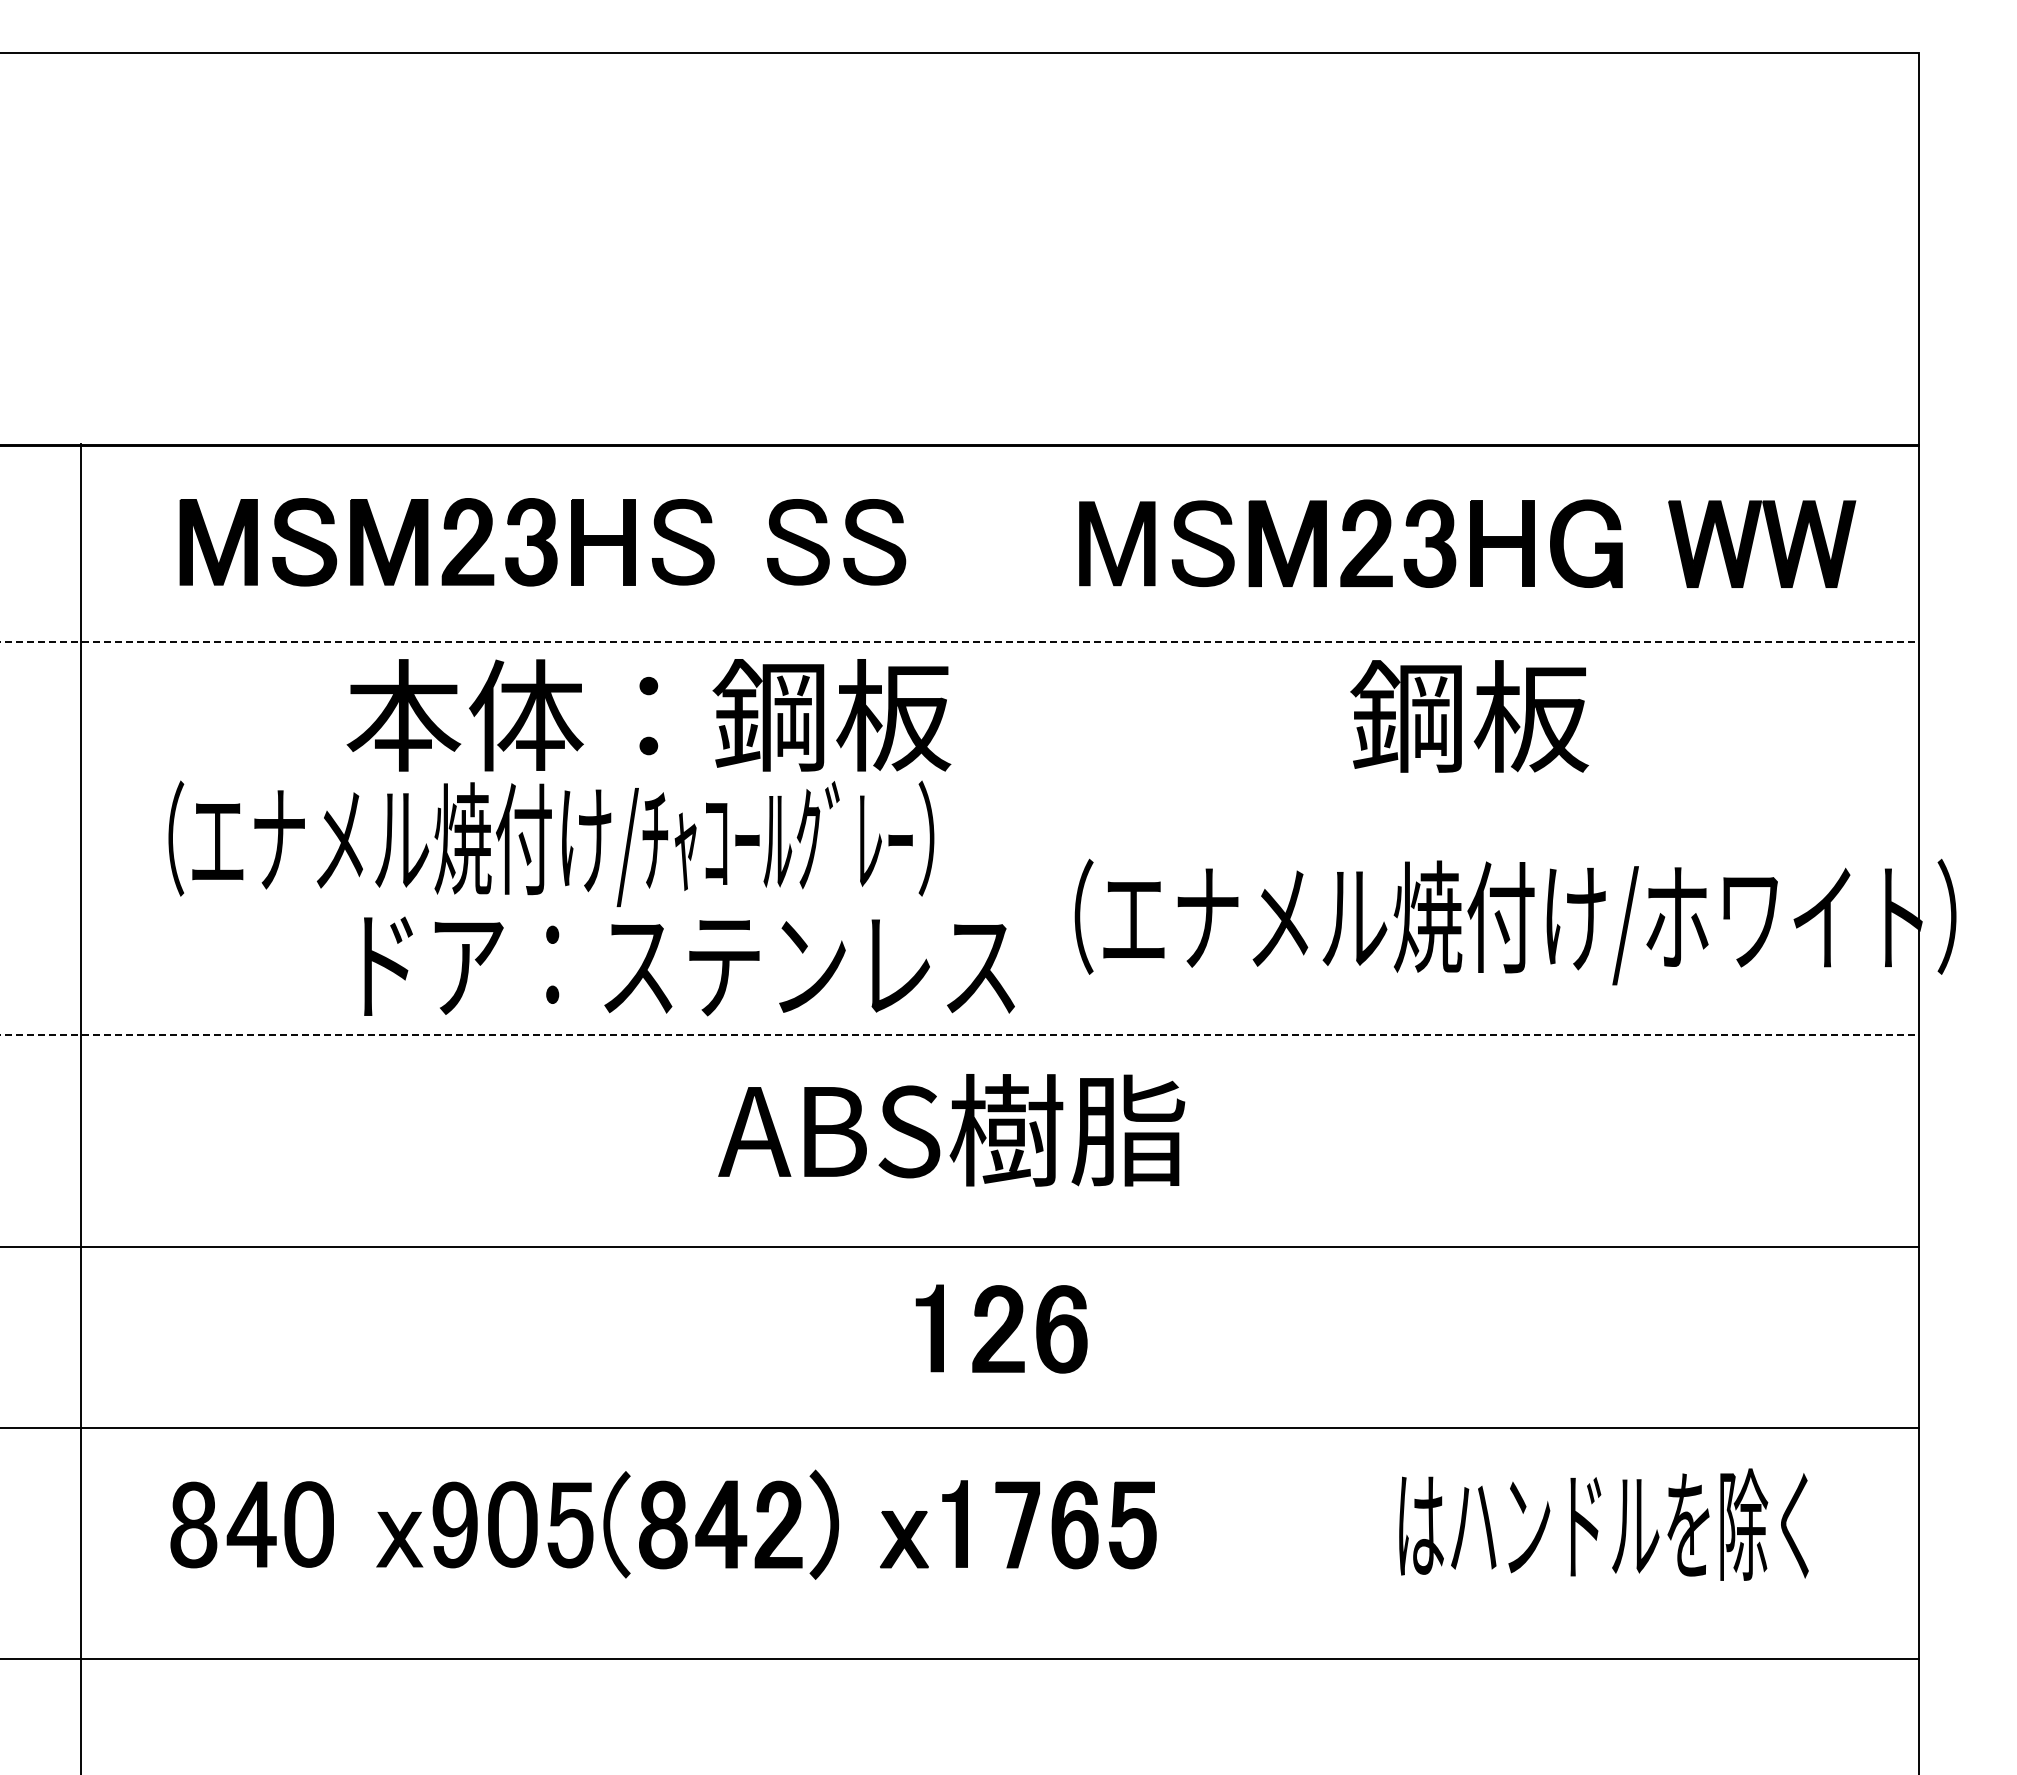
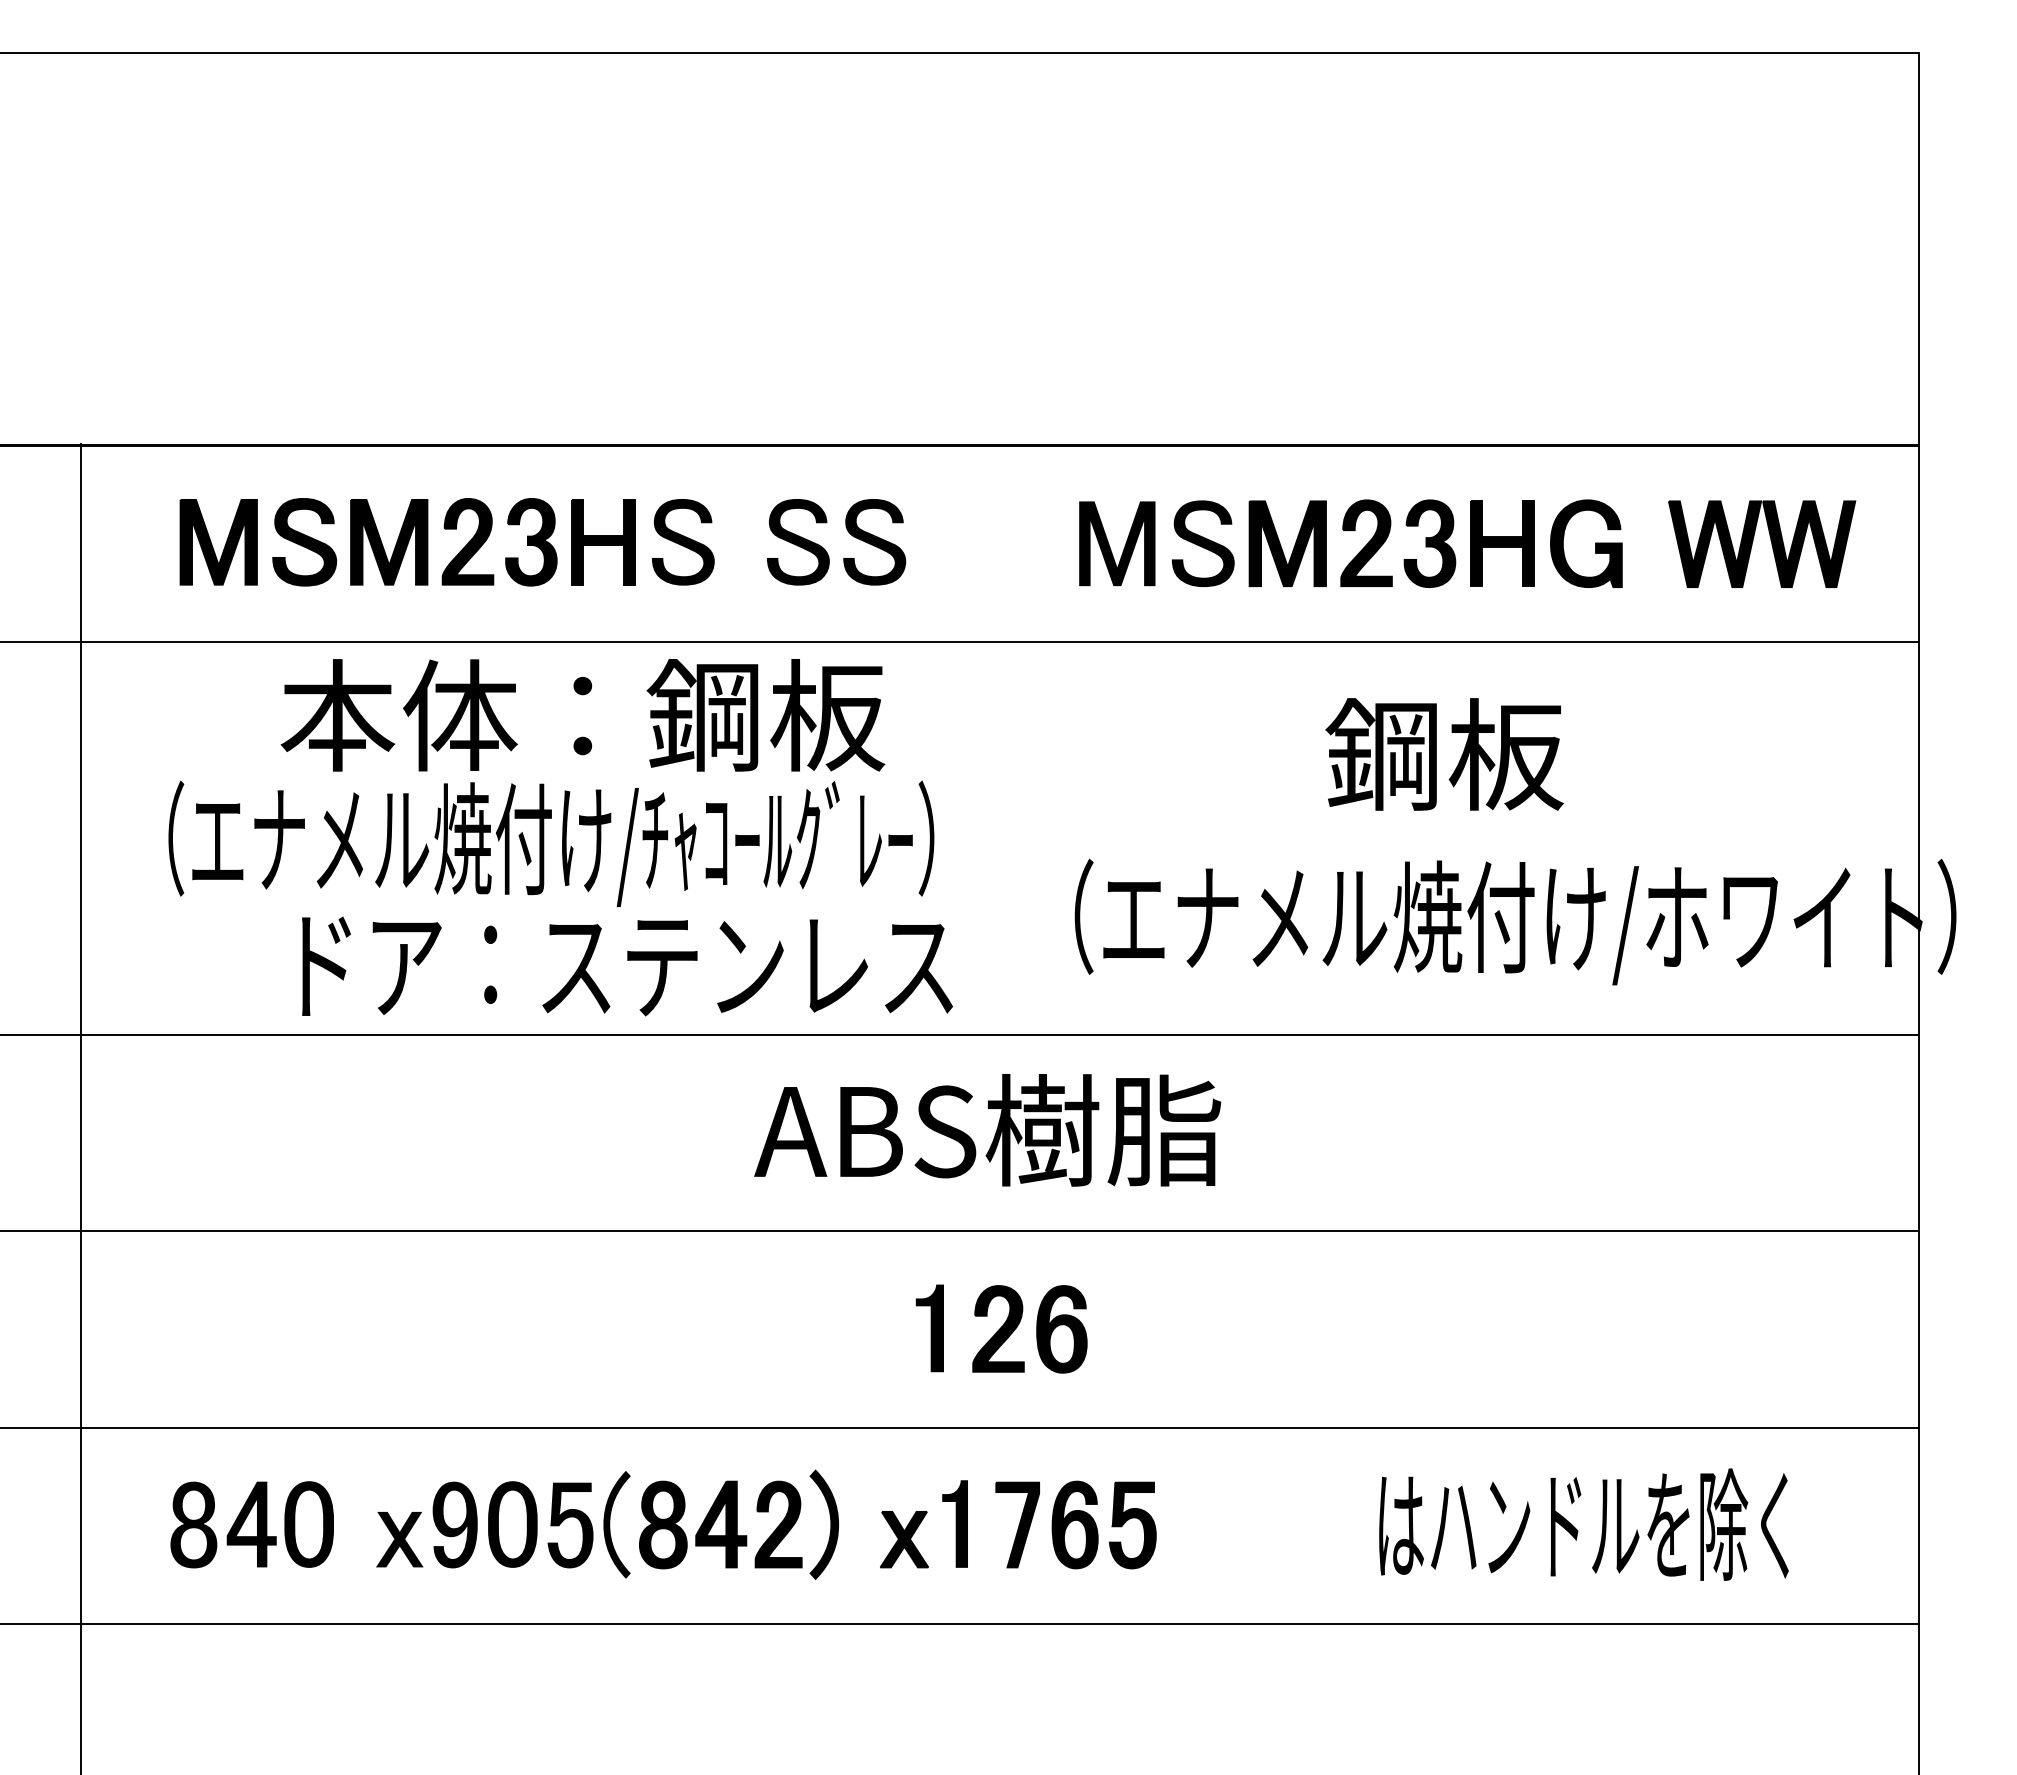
line at (960, 642): dashed -> solid
text at (648, 715) position: (648, 715) -> (582, 715)
text at (1469, 716) position: (1469, 716) -> (1444, 754)
text at (689, 966) position: (689, 966) -> (627, 966)
line at (960, 1035): dashed -> solid
text at (951, 1130) position: (951, 1130) -> (987, 1130)
line at (960, 1247) position: (960, 1247) -> (960, 1231)
text at (1603, 1524) position: (1603, 1524) -> (1583, 1524)
line at (960, 1659) position: (960, 1659) -> (960, 1624)
